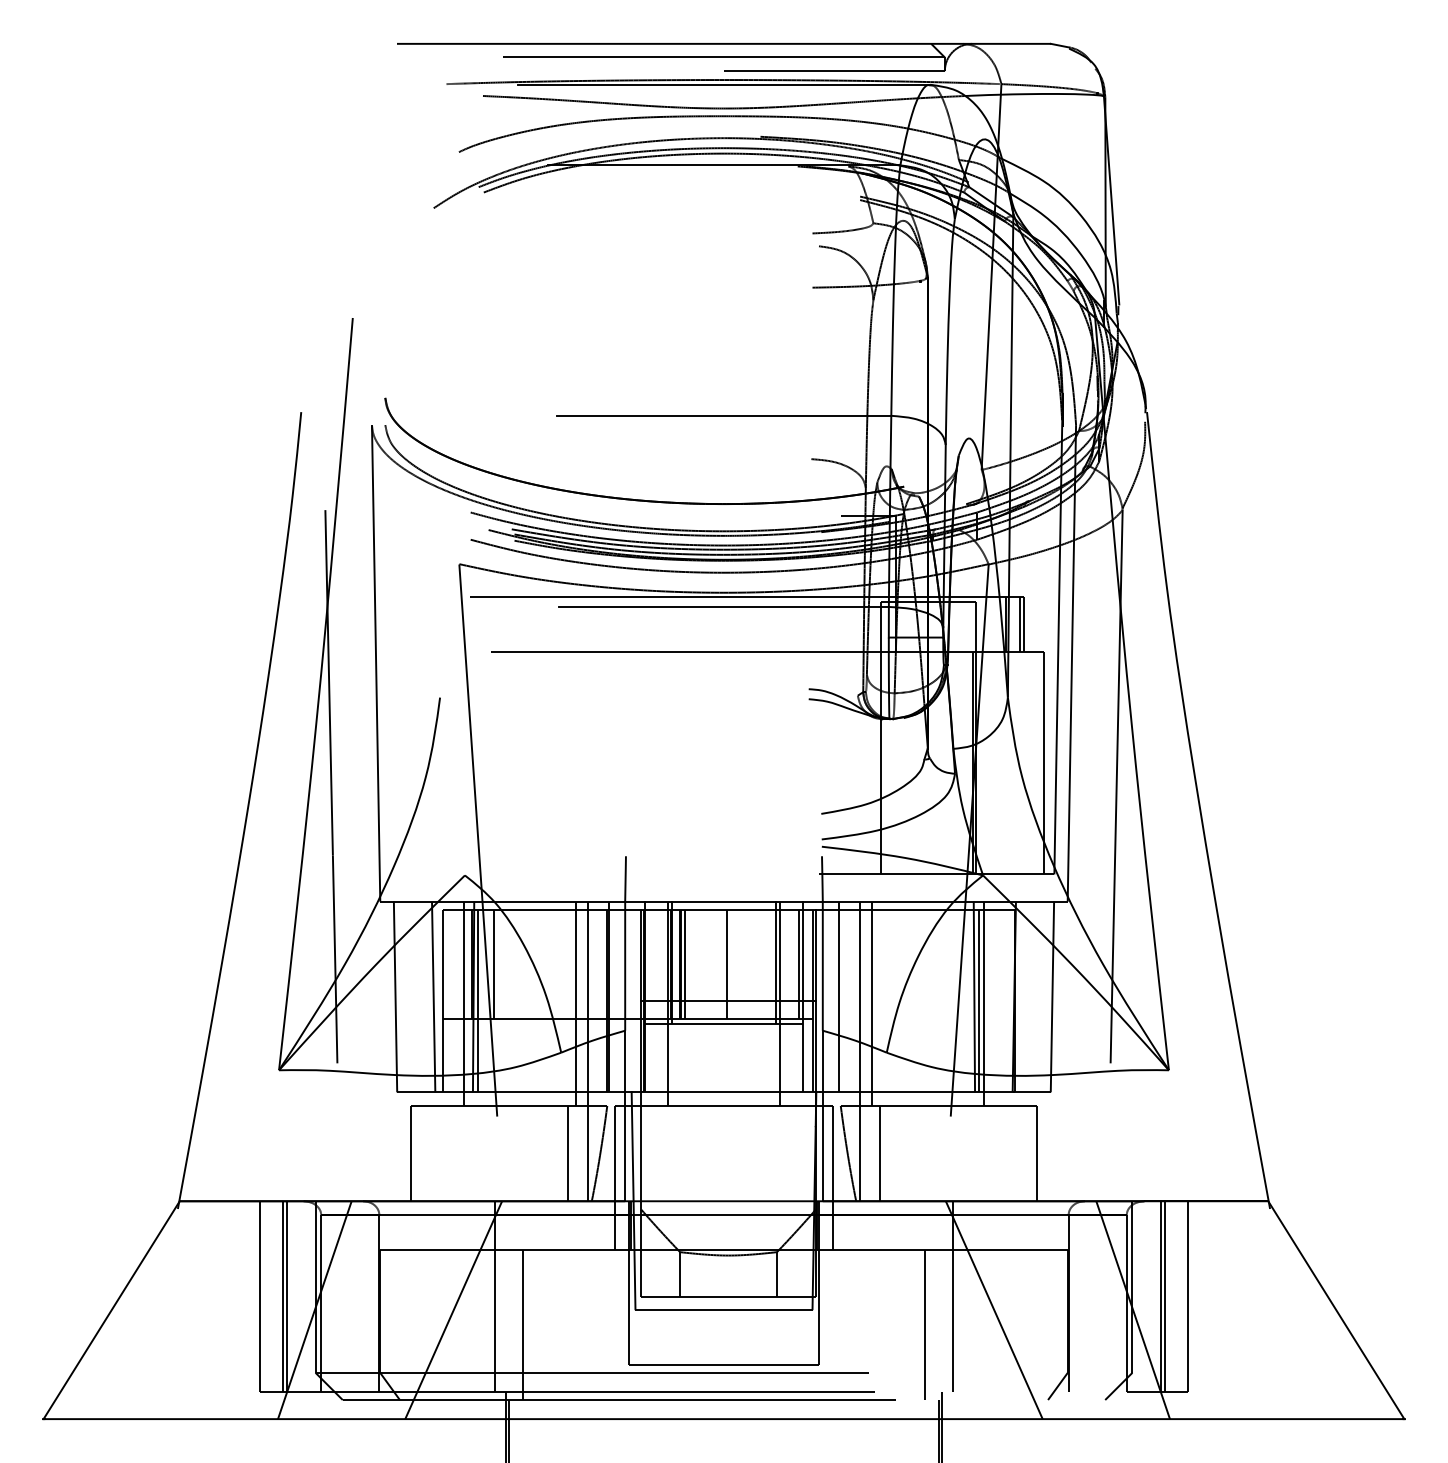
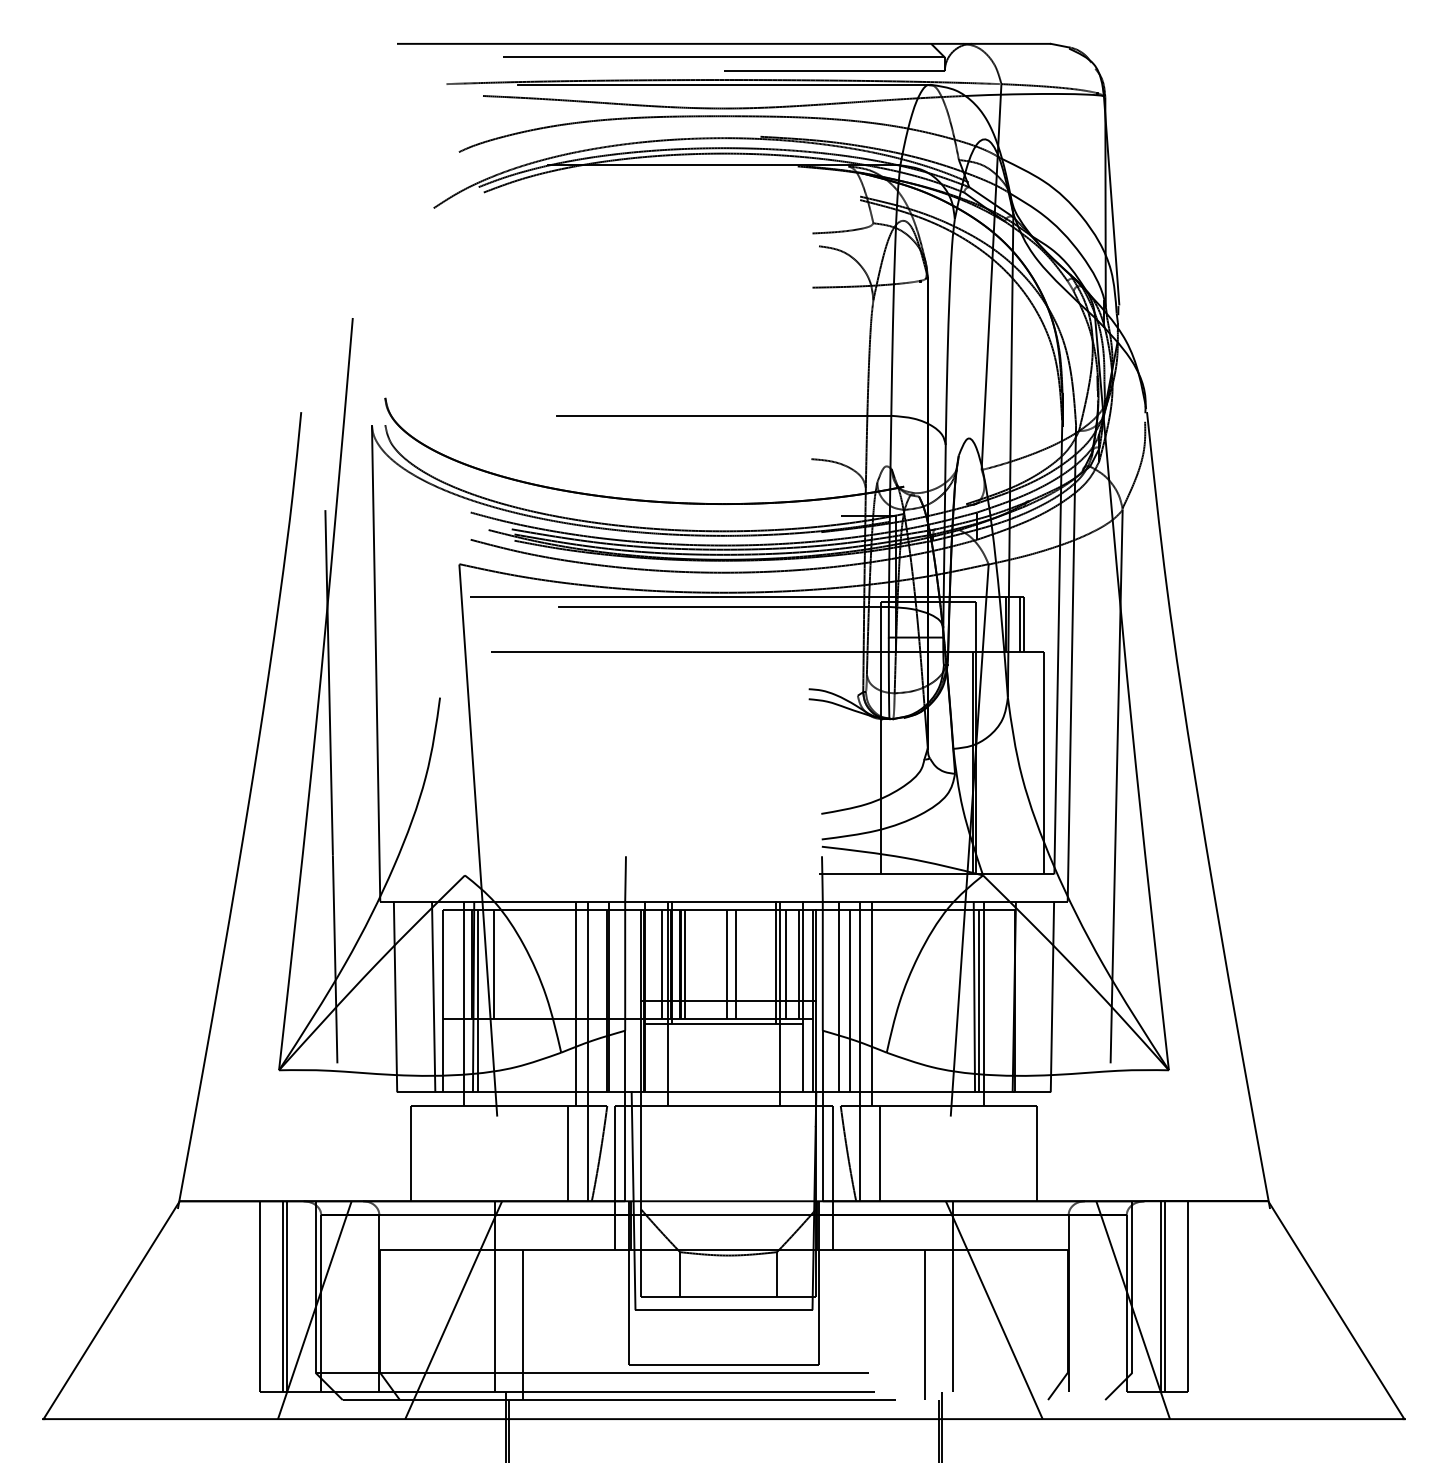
line at (662, 963): none -> present
line at (735, 963): none -> present
line at (785, 963): none -> present
line at (850, 1000): none -> present
